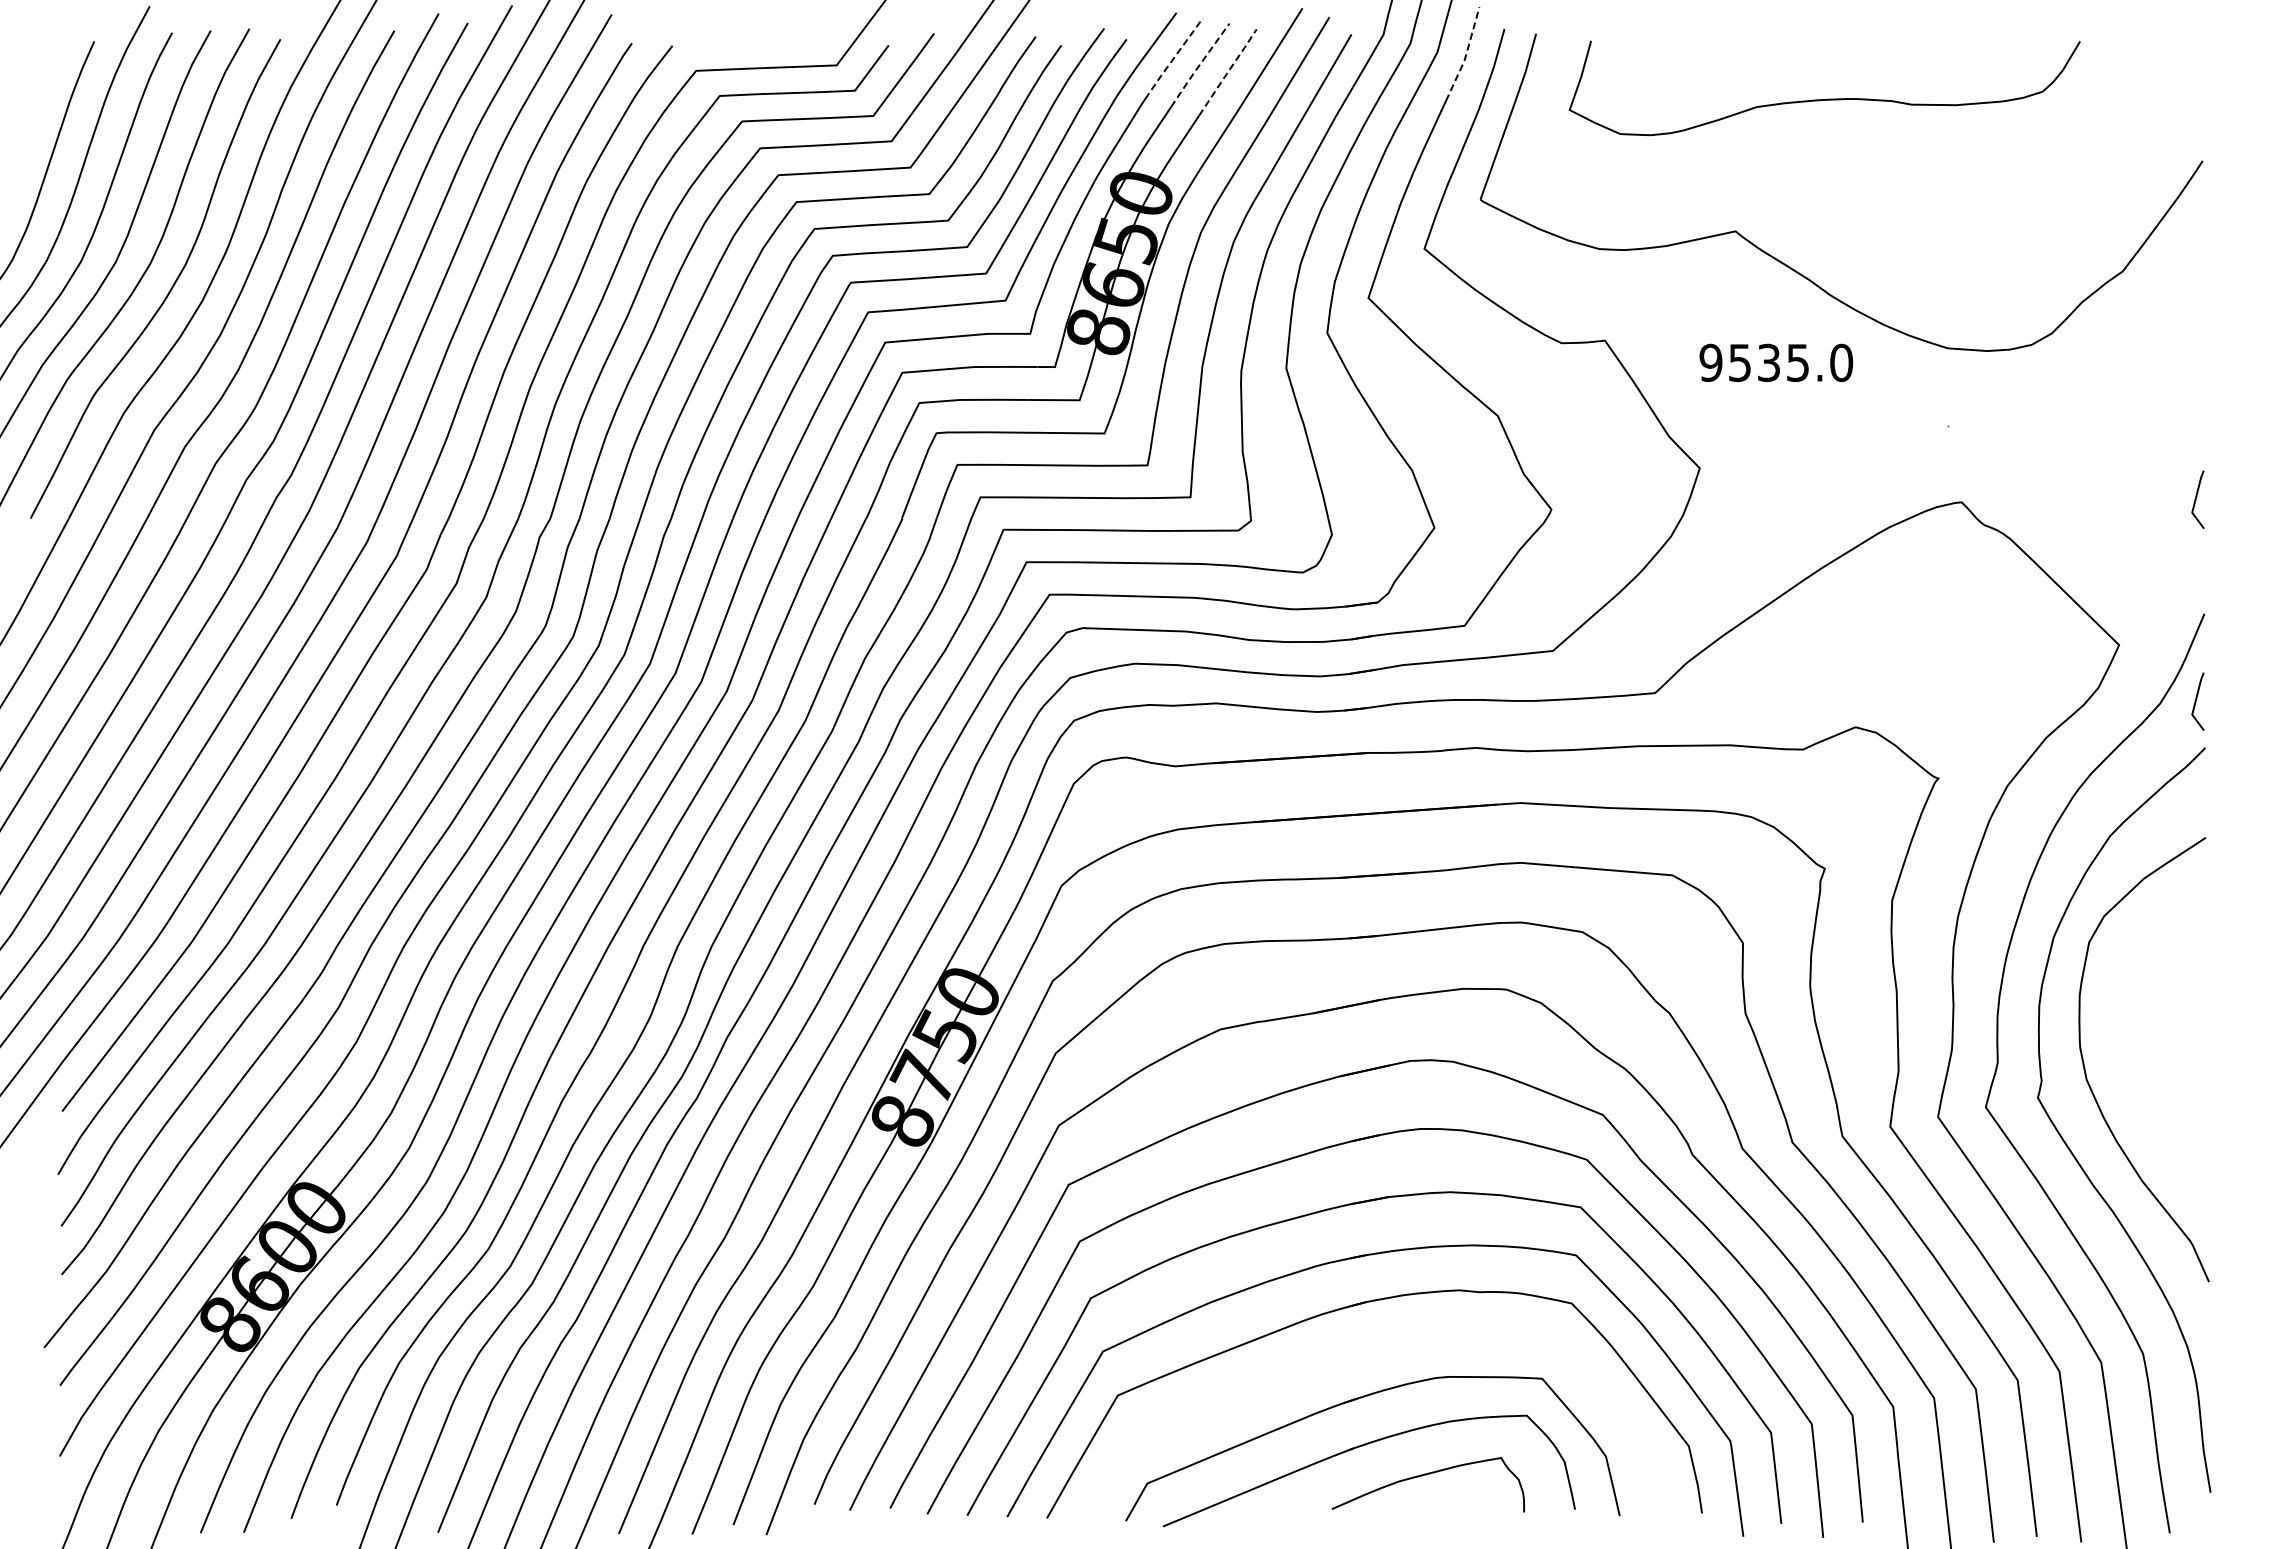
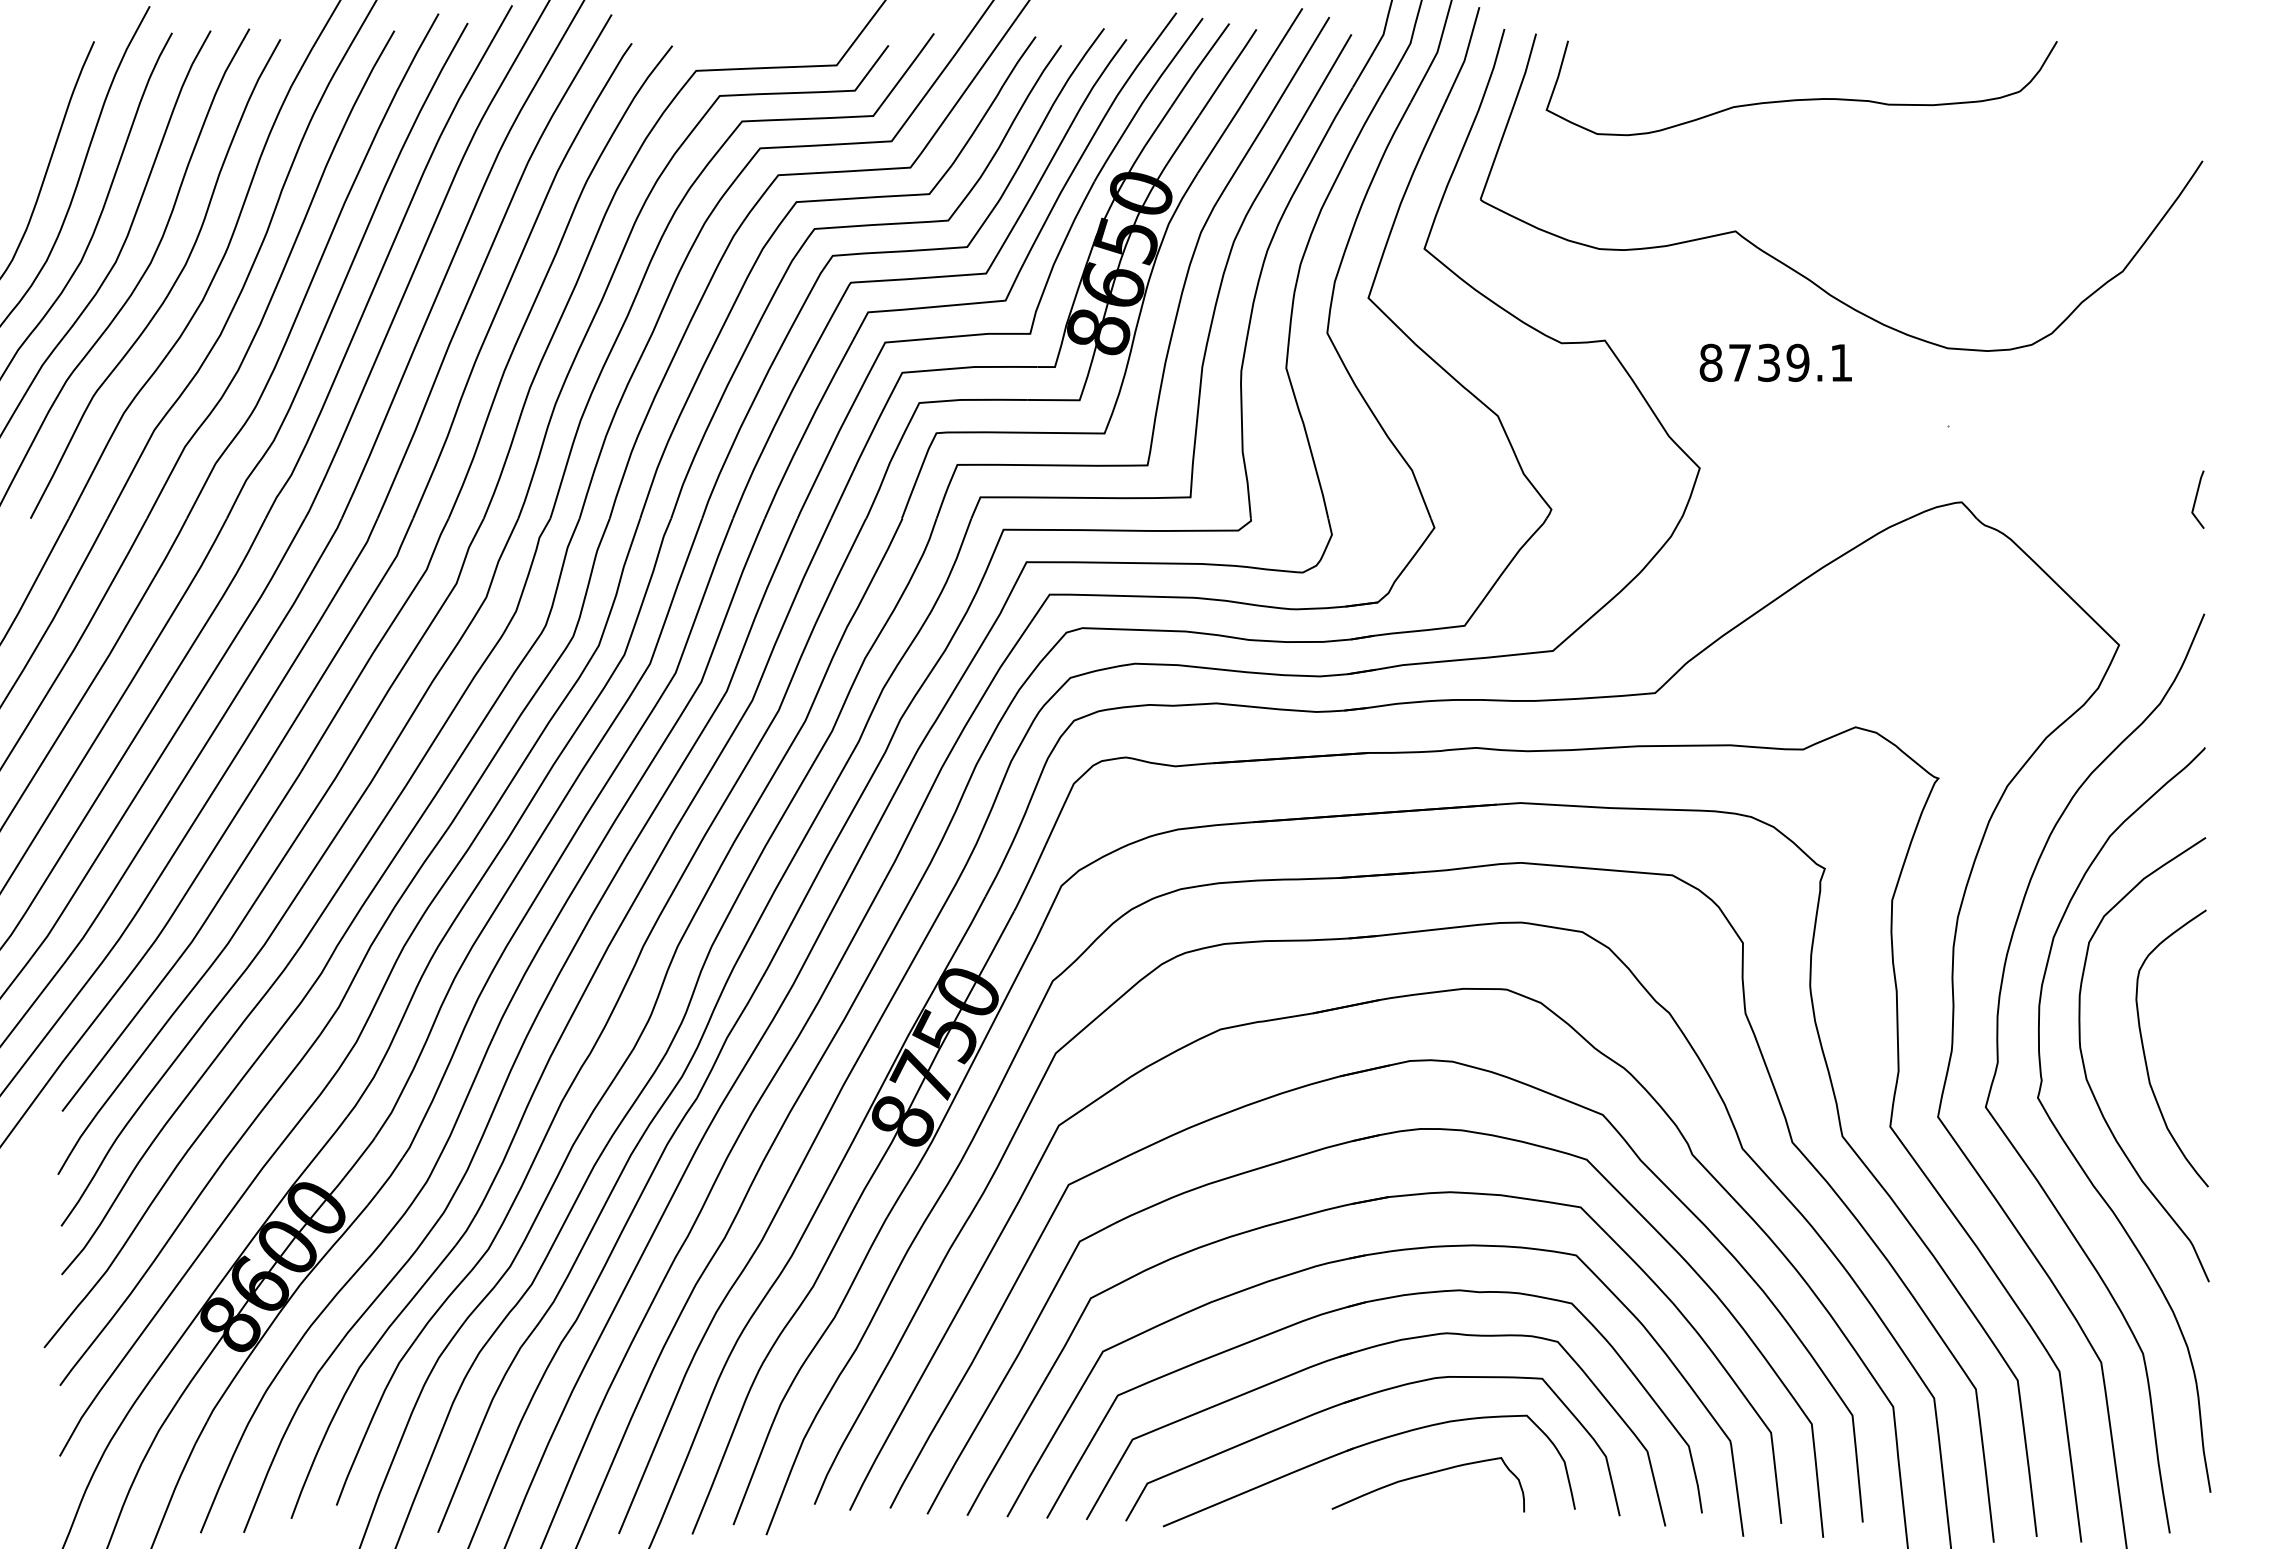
line at (1465, 56): dashed -> solid
line at (1173, 58): dashed -> solid
line at (1199, 65): dashed -> solid
line at (1227, 72): dashed -> solid
curve at (1827, 98) position: (1827, 98) -> (1804, 98)
text at (1776, 362): 9535.0 -> 8739.1
part at (2197, 701): present -> none
curve at (2145, 1054): none -> present
part at (1351, 1354): none -> present
